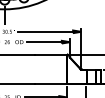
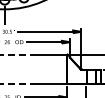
line at (17, 54): solid -> dashed
line at (17, 84): solid -> dashed
